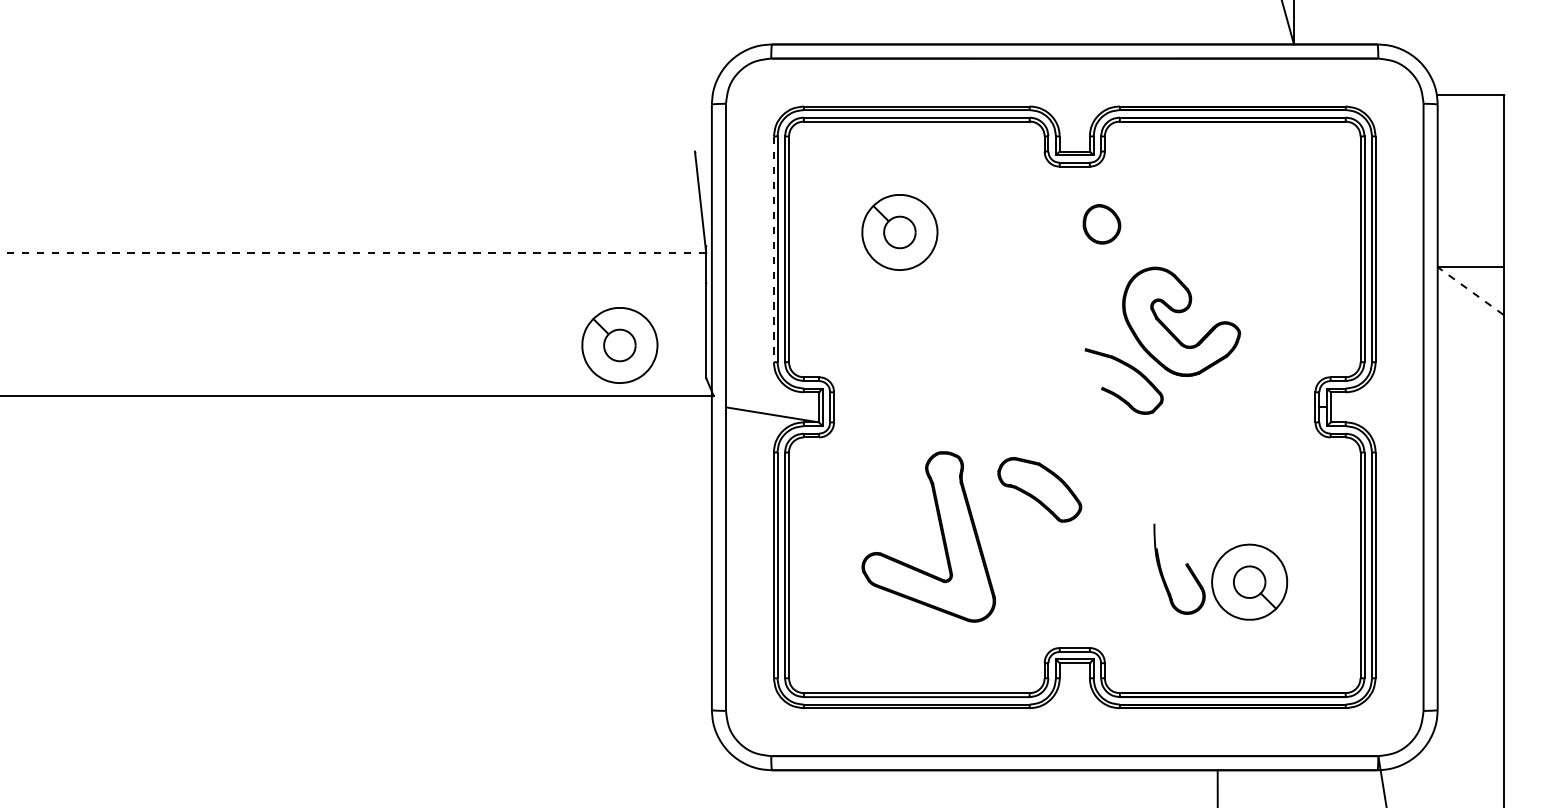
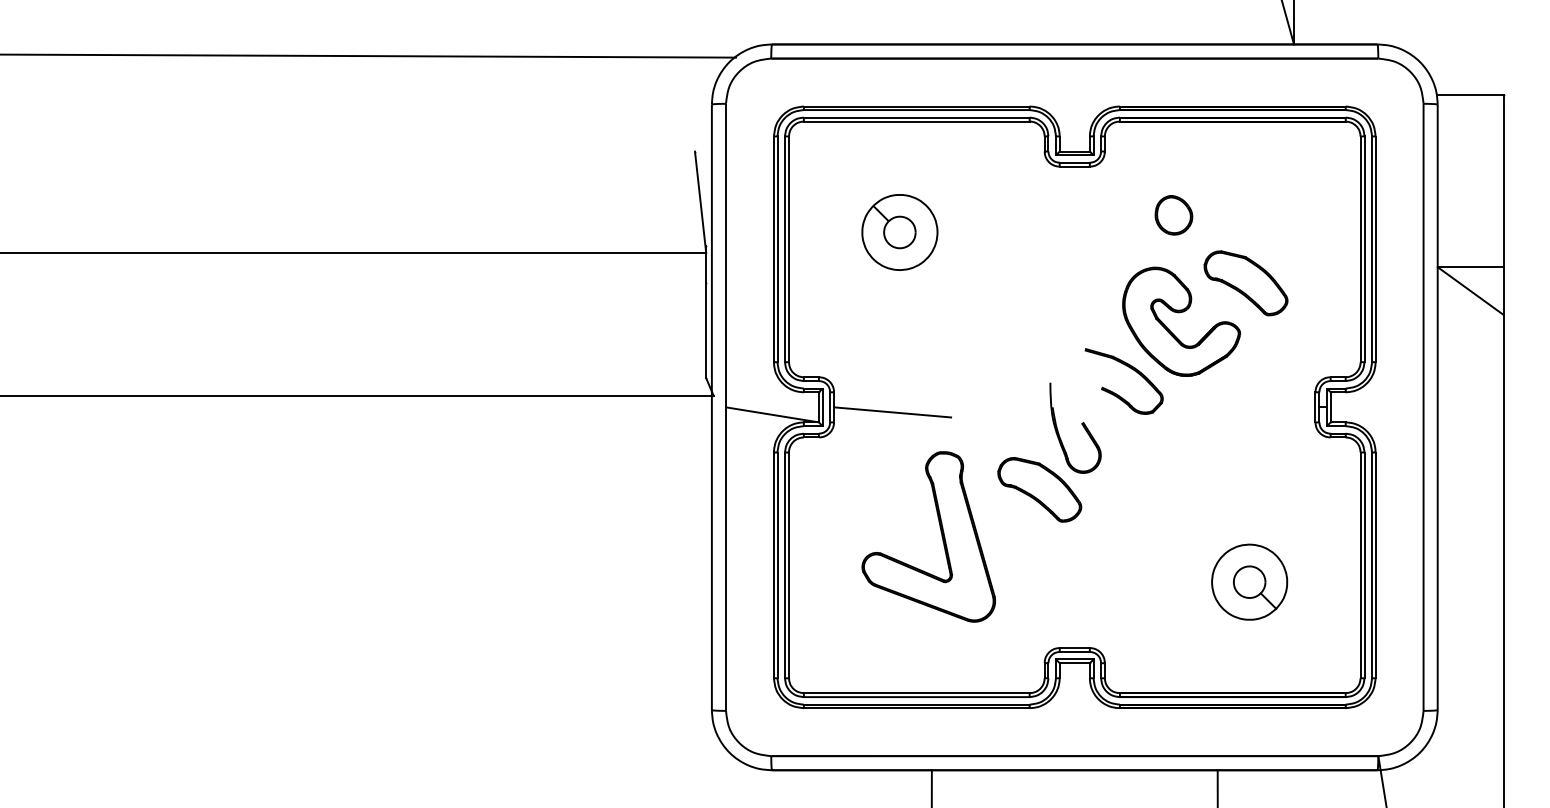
line at (369, 55): none -> present
part at (1101, 224) position: (1101, 224) -> (1173, 215)
line at (773, 249): dashed -> solid
line at (353, 253): dashed -> solid
part at (1245, 283): none -> present
line at (1470, 291): dashed -> solid
part at (619, 345): present -> none
line at (892, 412): none -> present
part at (1185, 565) position: (1185, 565) -> (1081, 424)
line at (931, 787): none -> present
